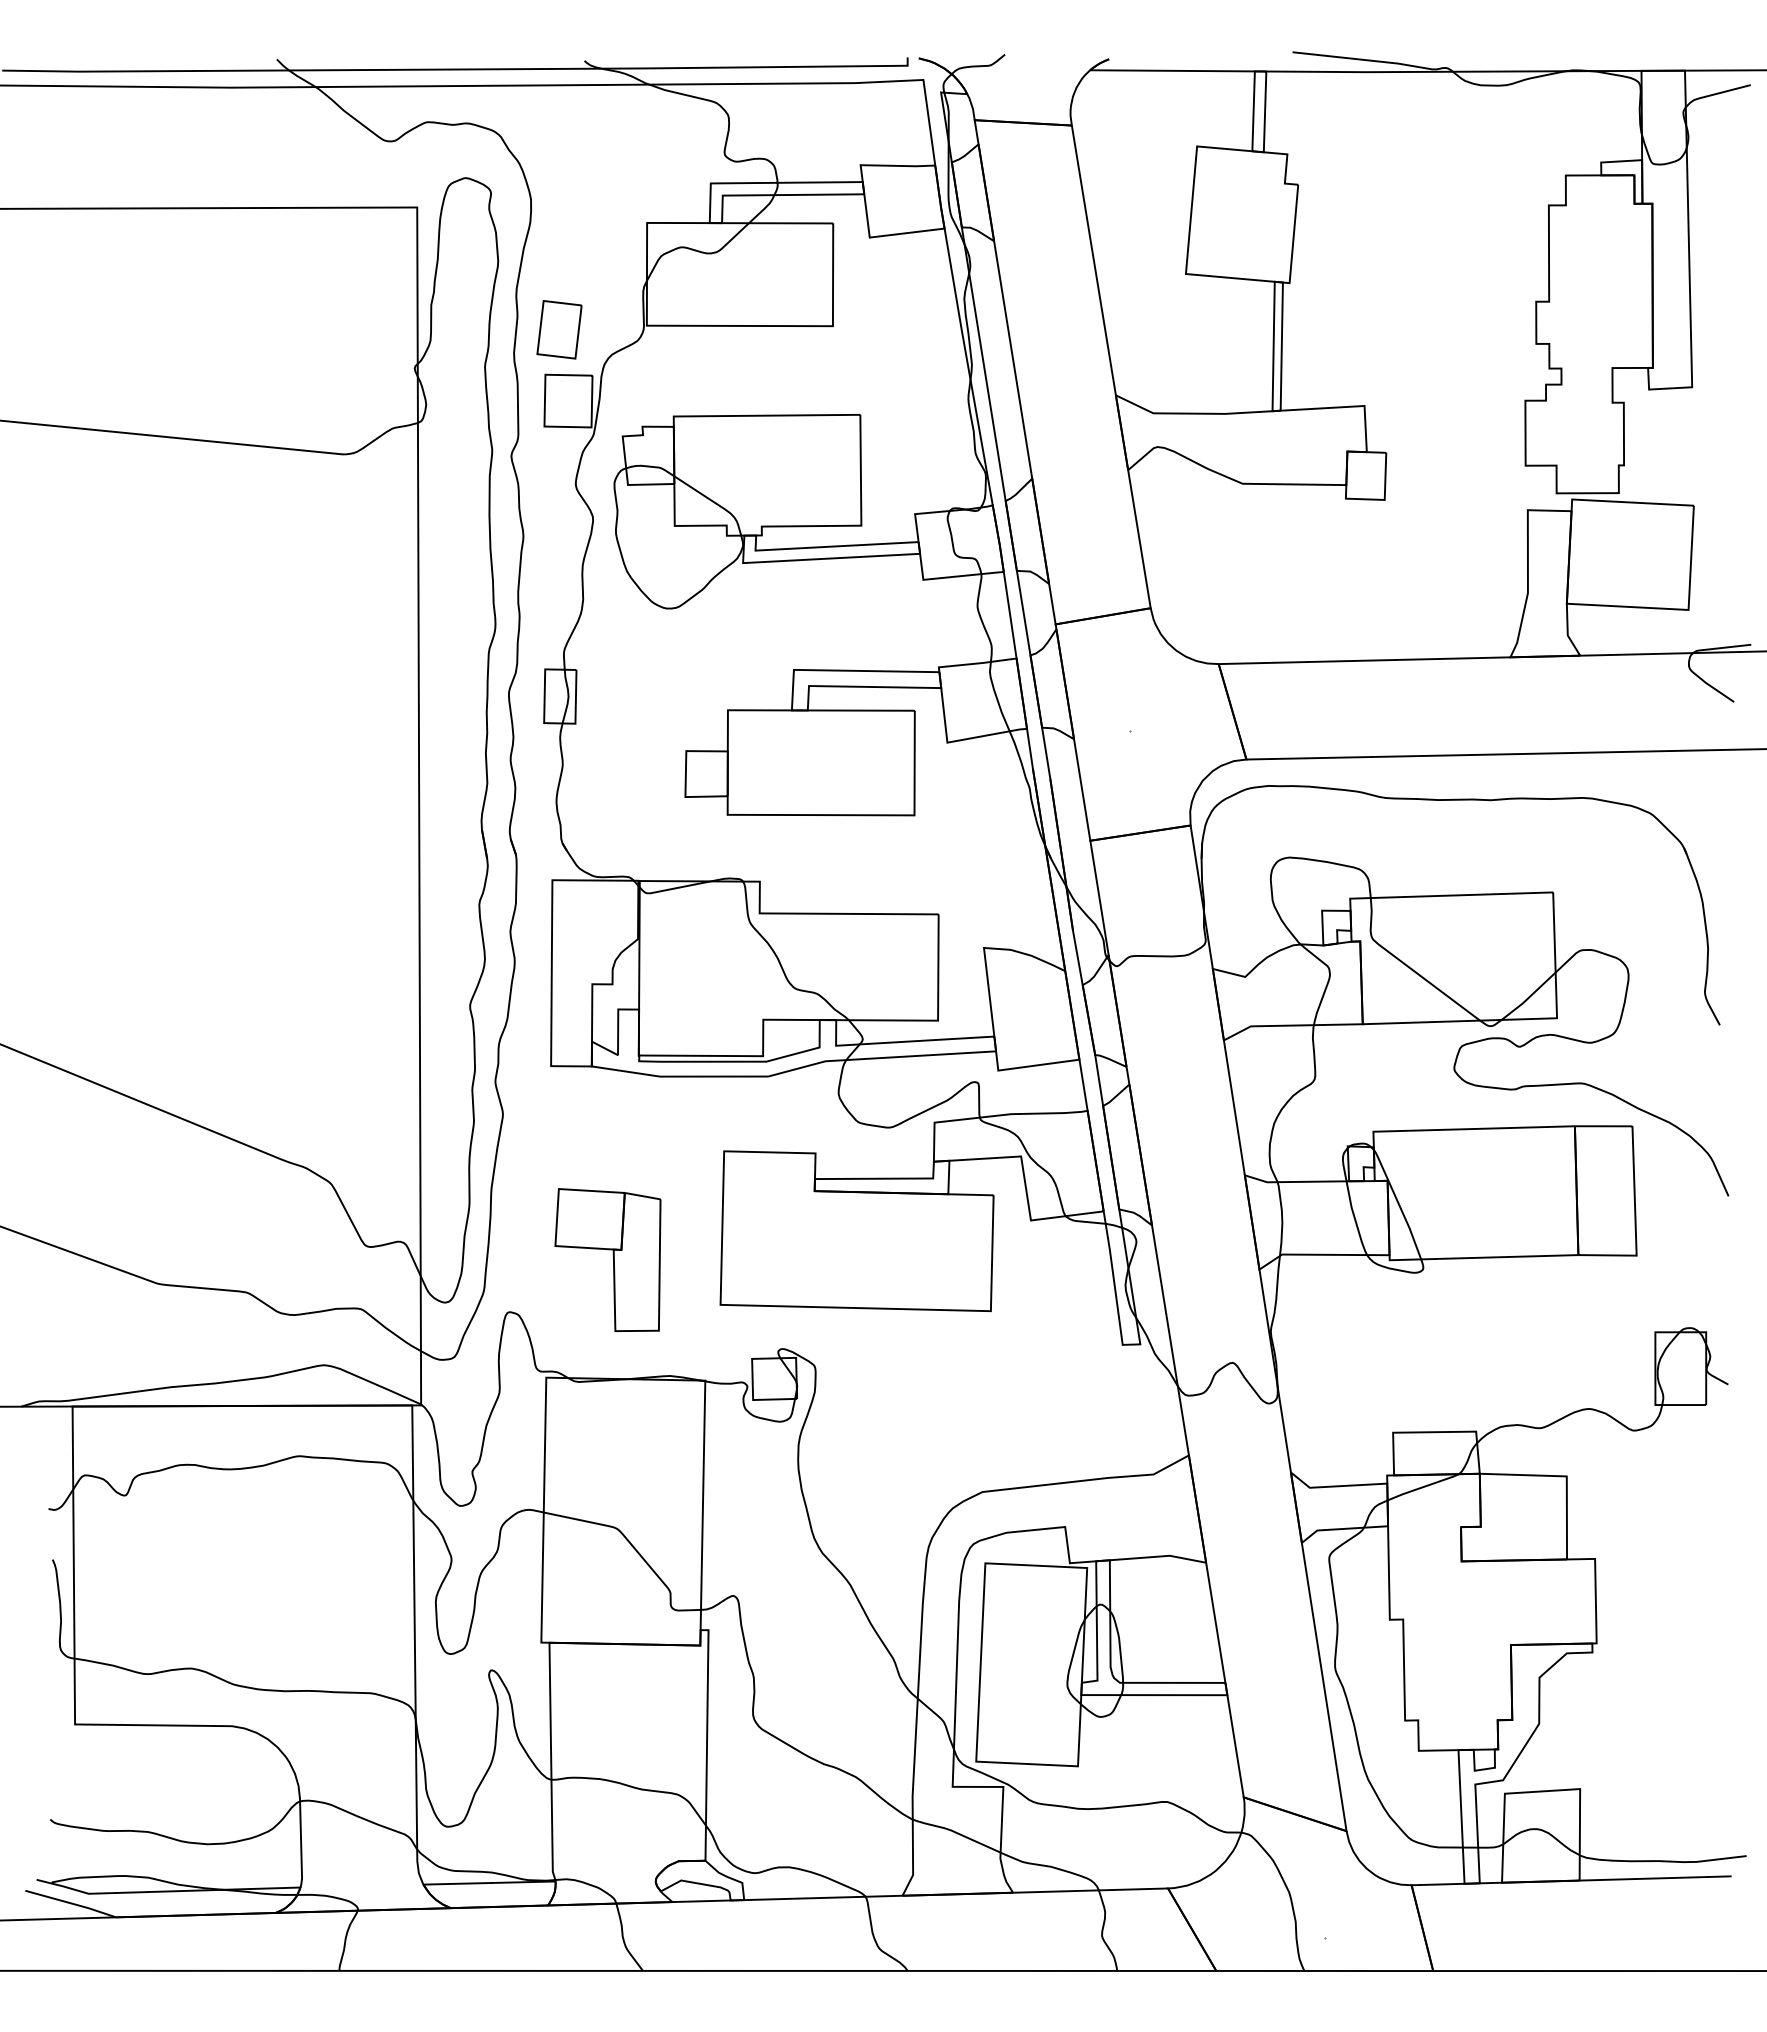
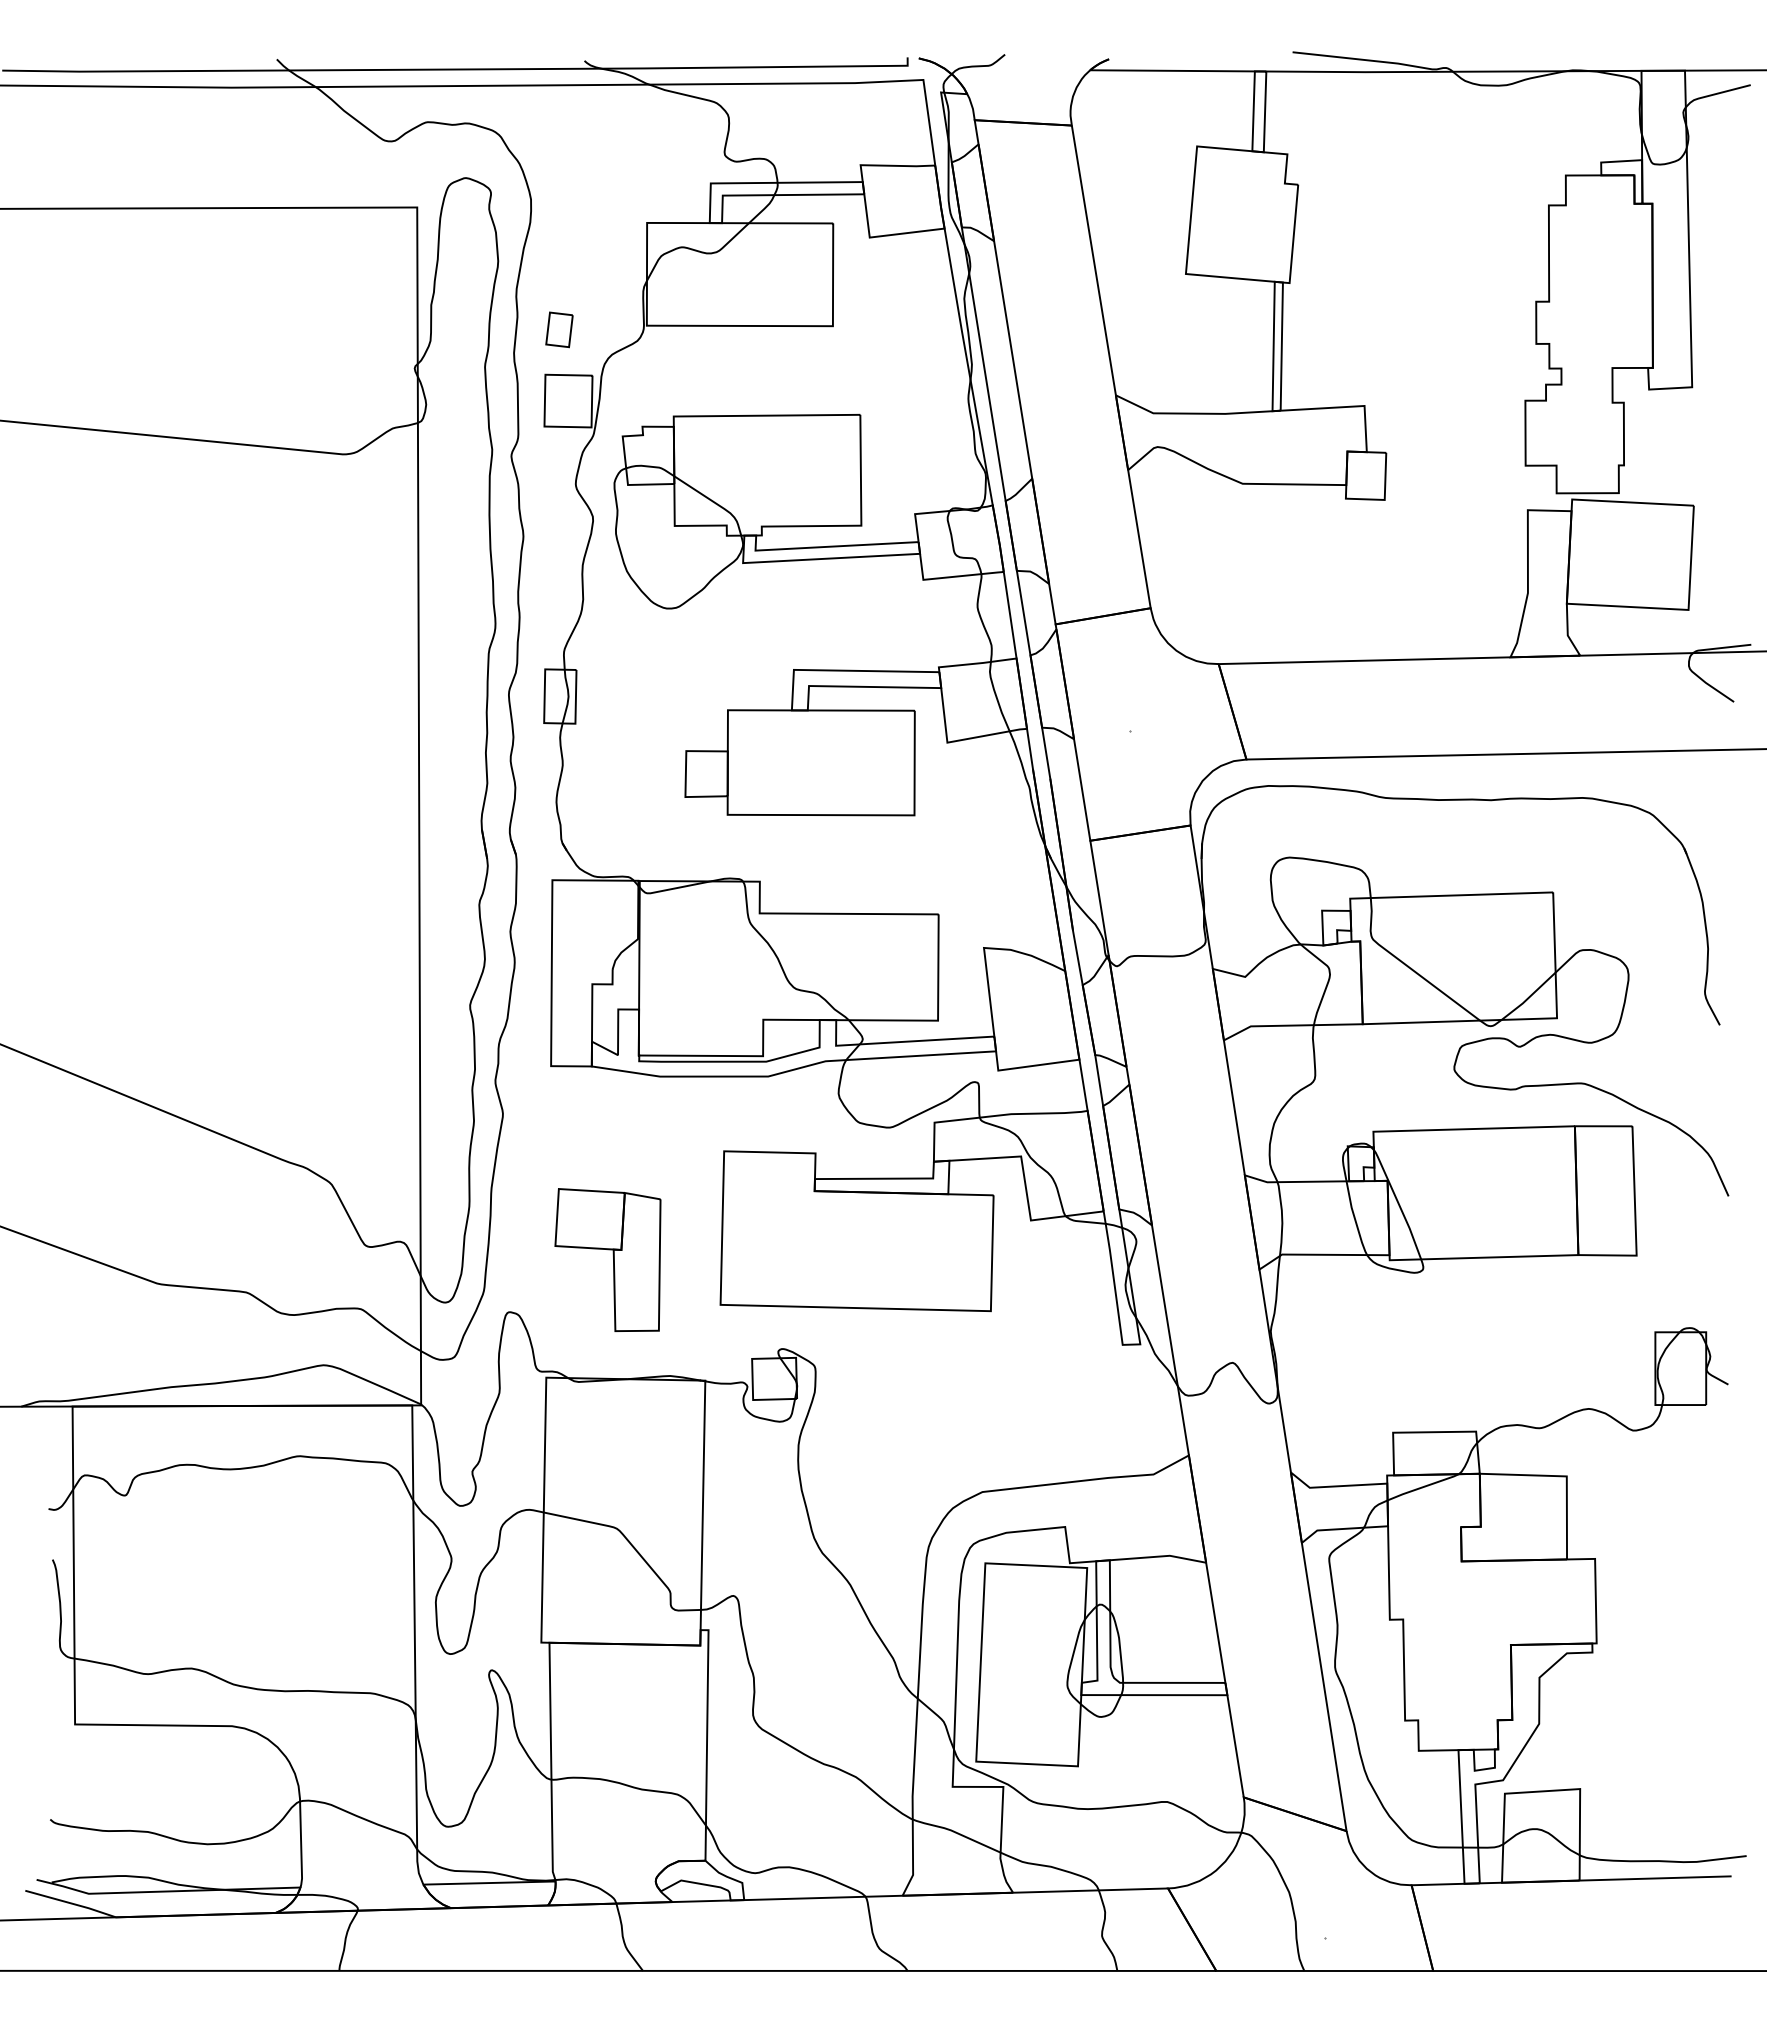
part at (559, 329) size: 47x60 px -> 29x38 px
